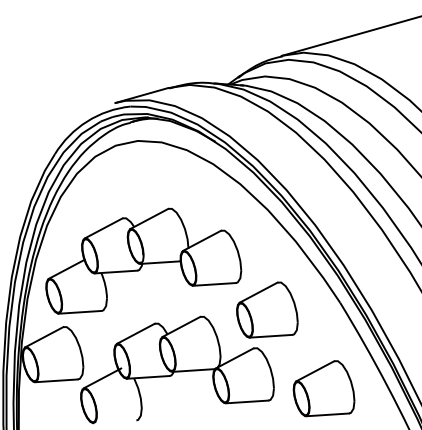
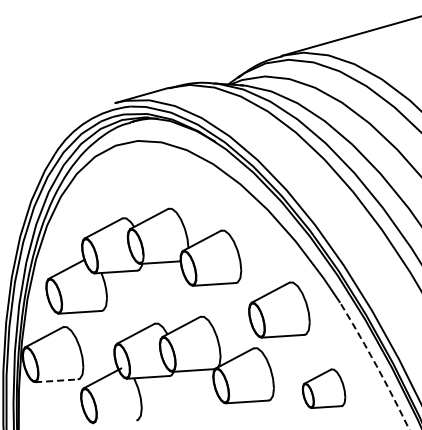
part at (267, 309) position: (267, 309) -> (279, 309)
arc at (376, 365): solid -> dashed
line at (56, 380): solid -> dashed
part at (323, 388) size: 64x58 px -> 46x41 px
